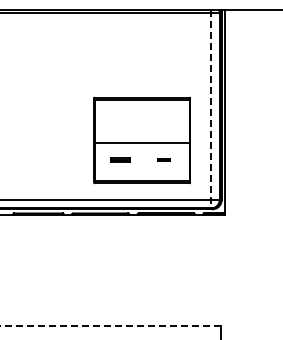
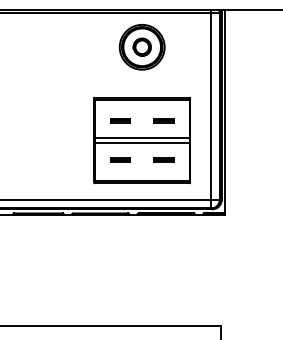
part at (141, 47): none -> present
line at (210, 109): dashed -> solid
part at (120, 120): none -> present
part at (163, 120): none -> present
line at (141, 138): none -> present
part at (163, 159) size: 14x4 px -> 22x6 px
line at (110, 326): dashed -> solid
